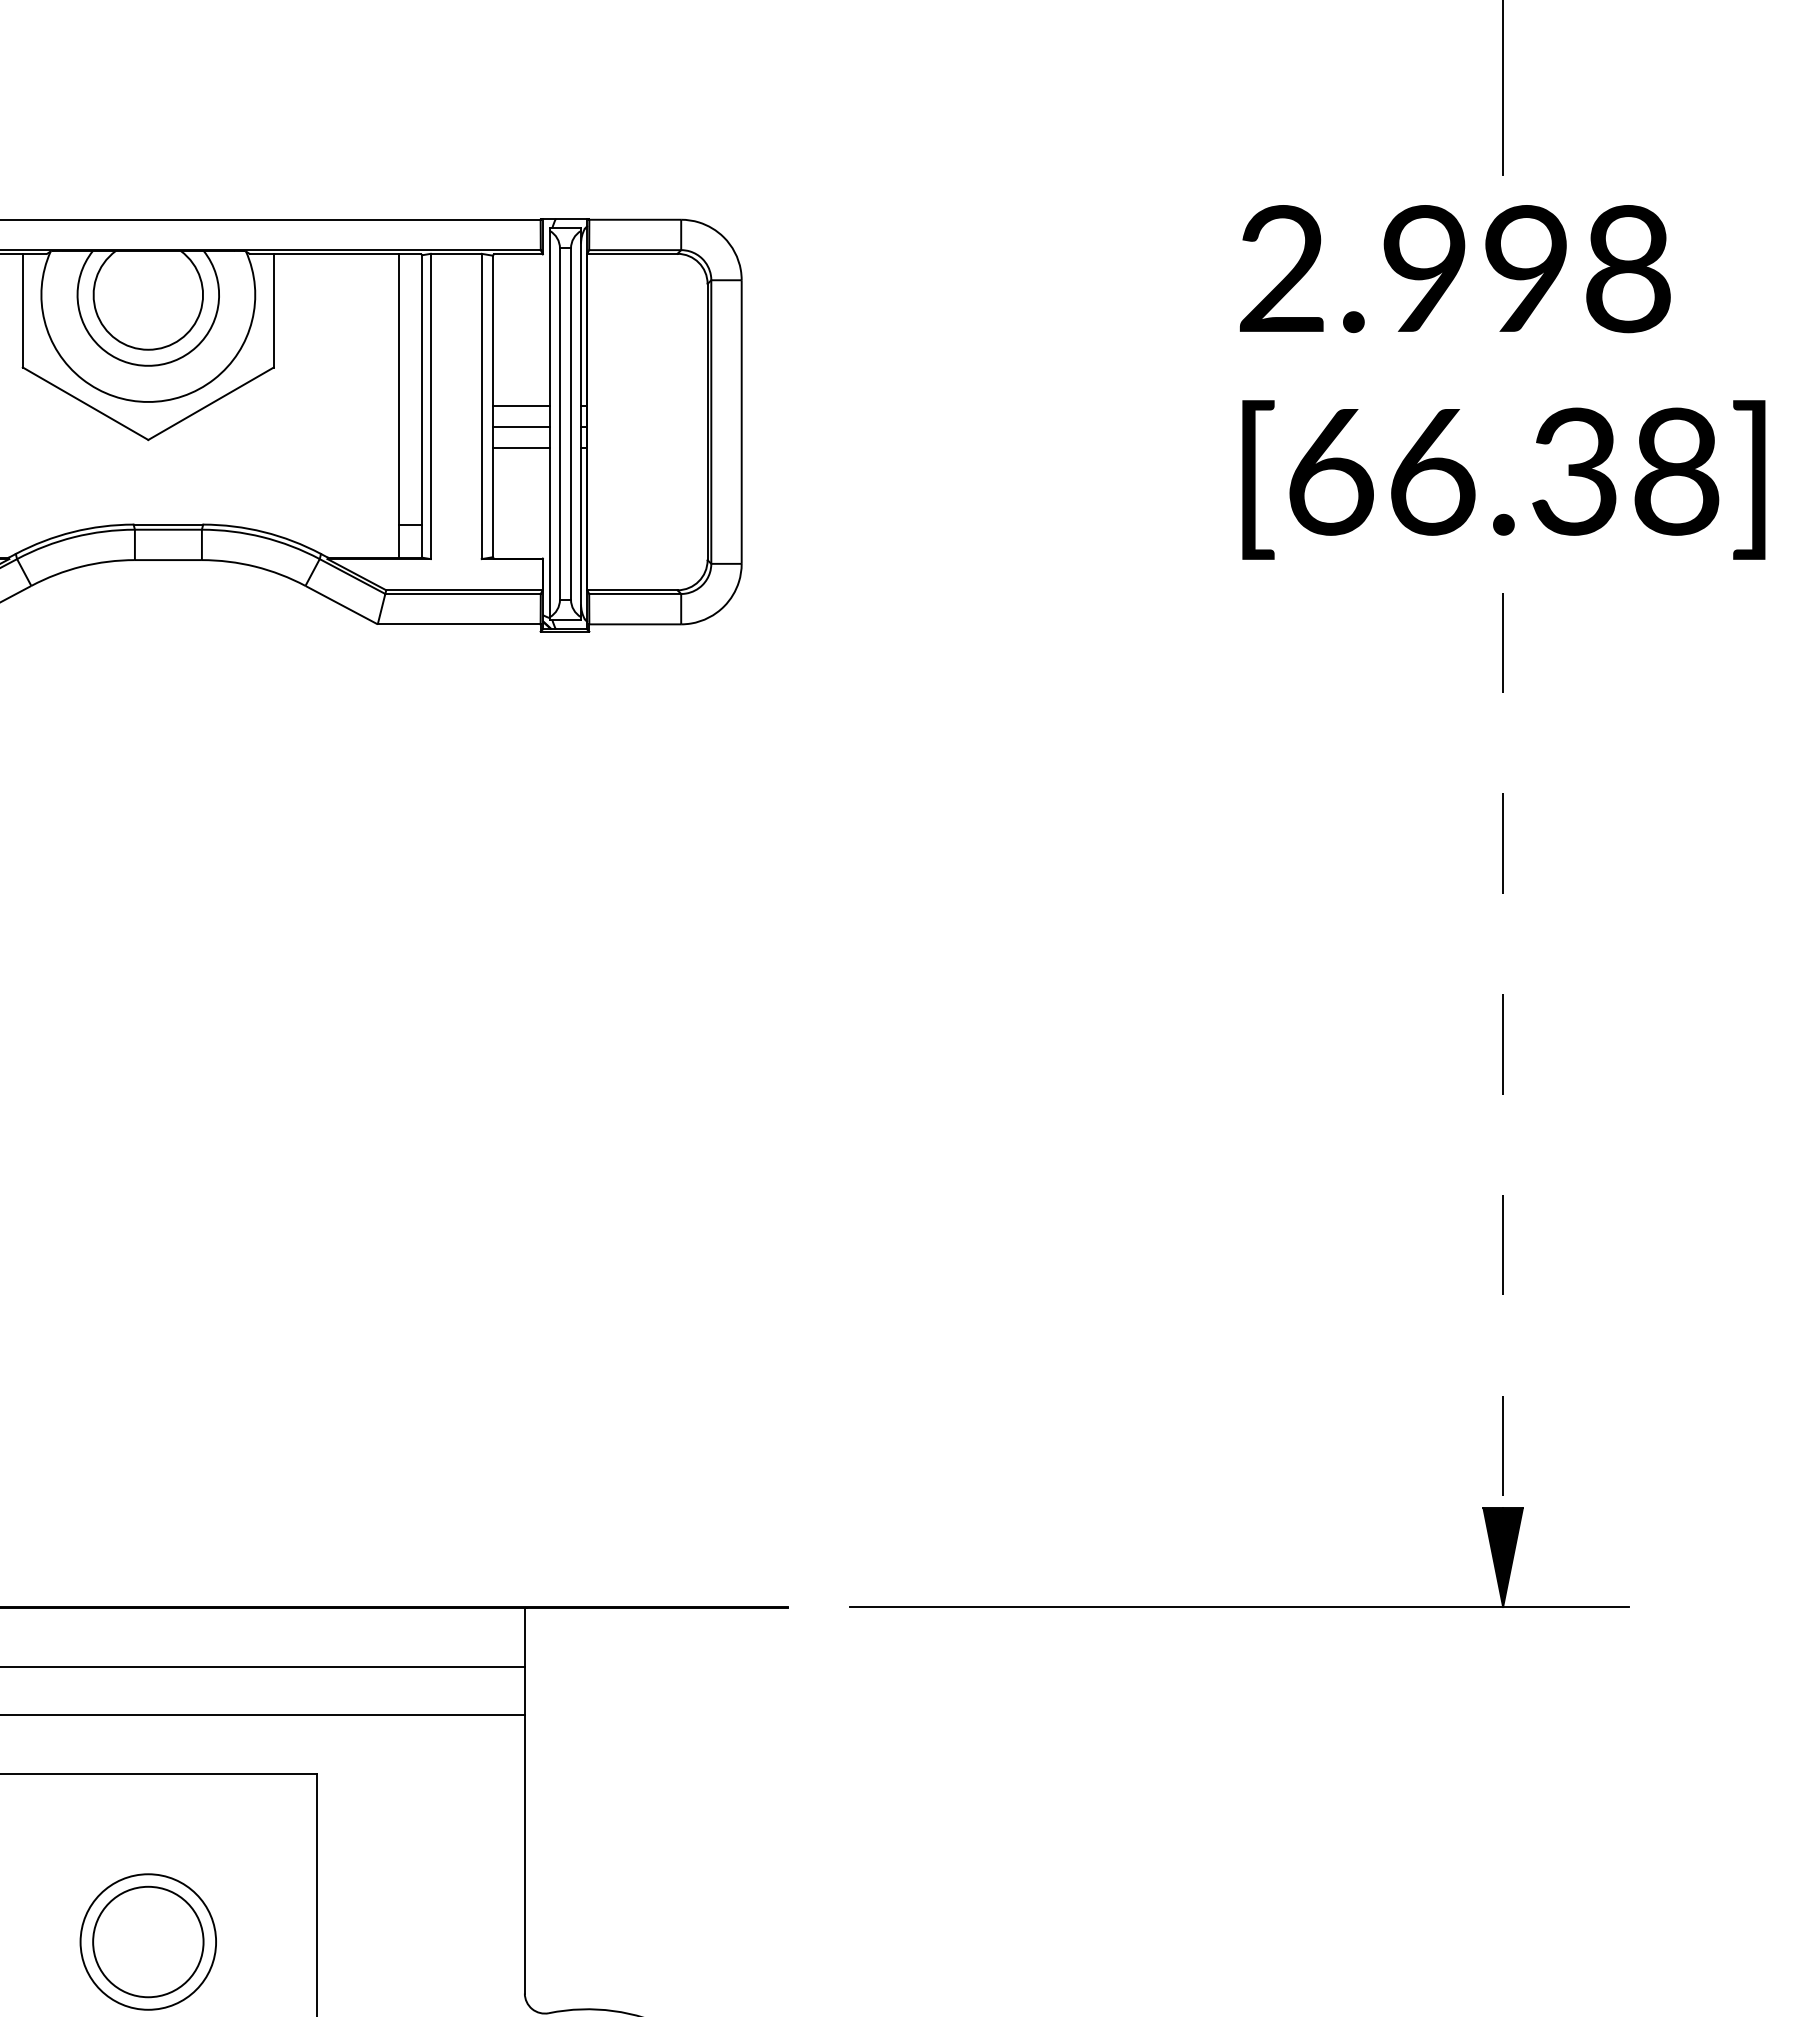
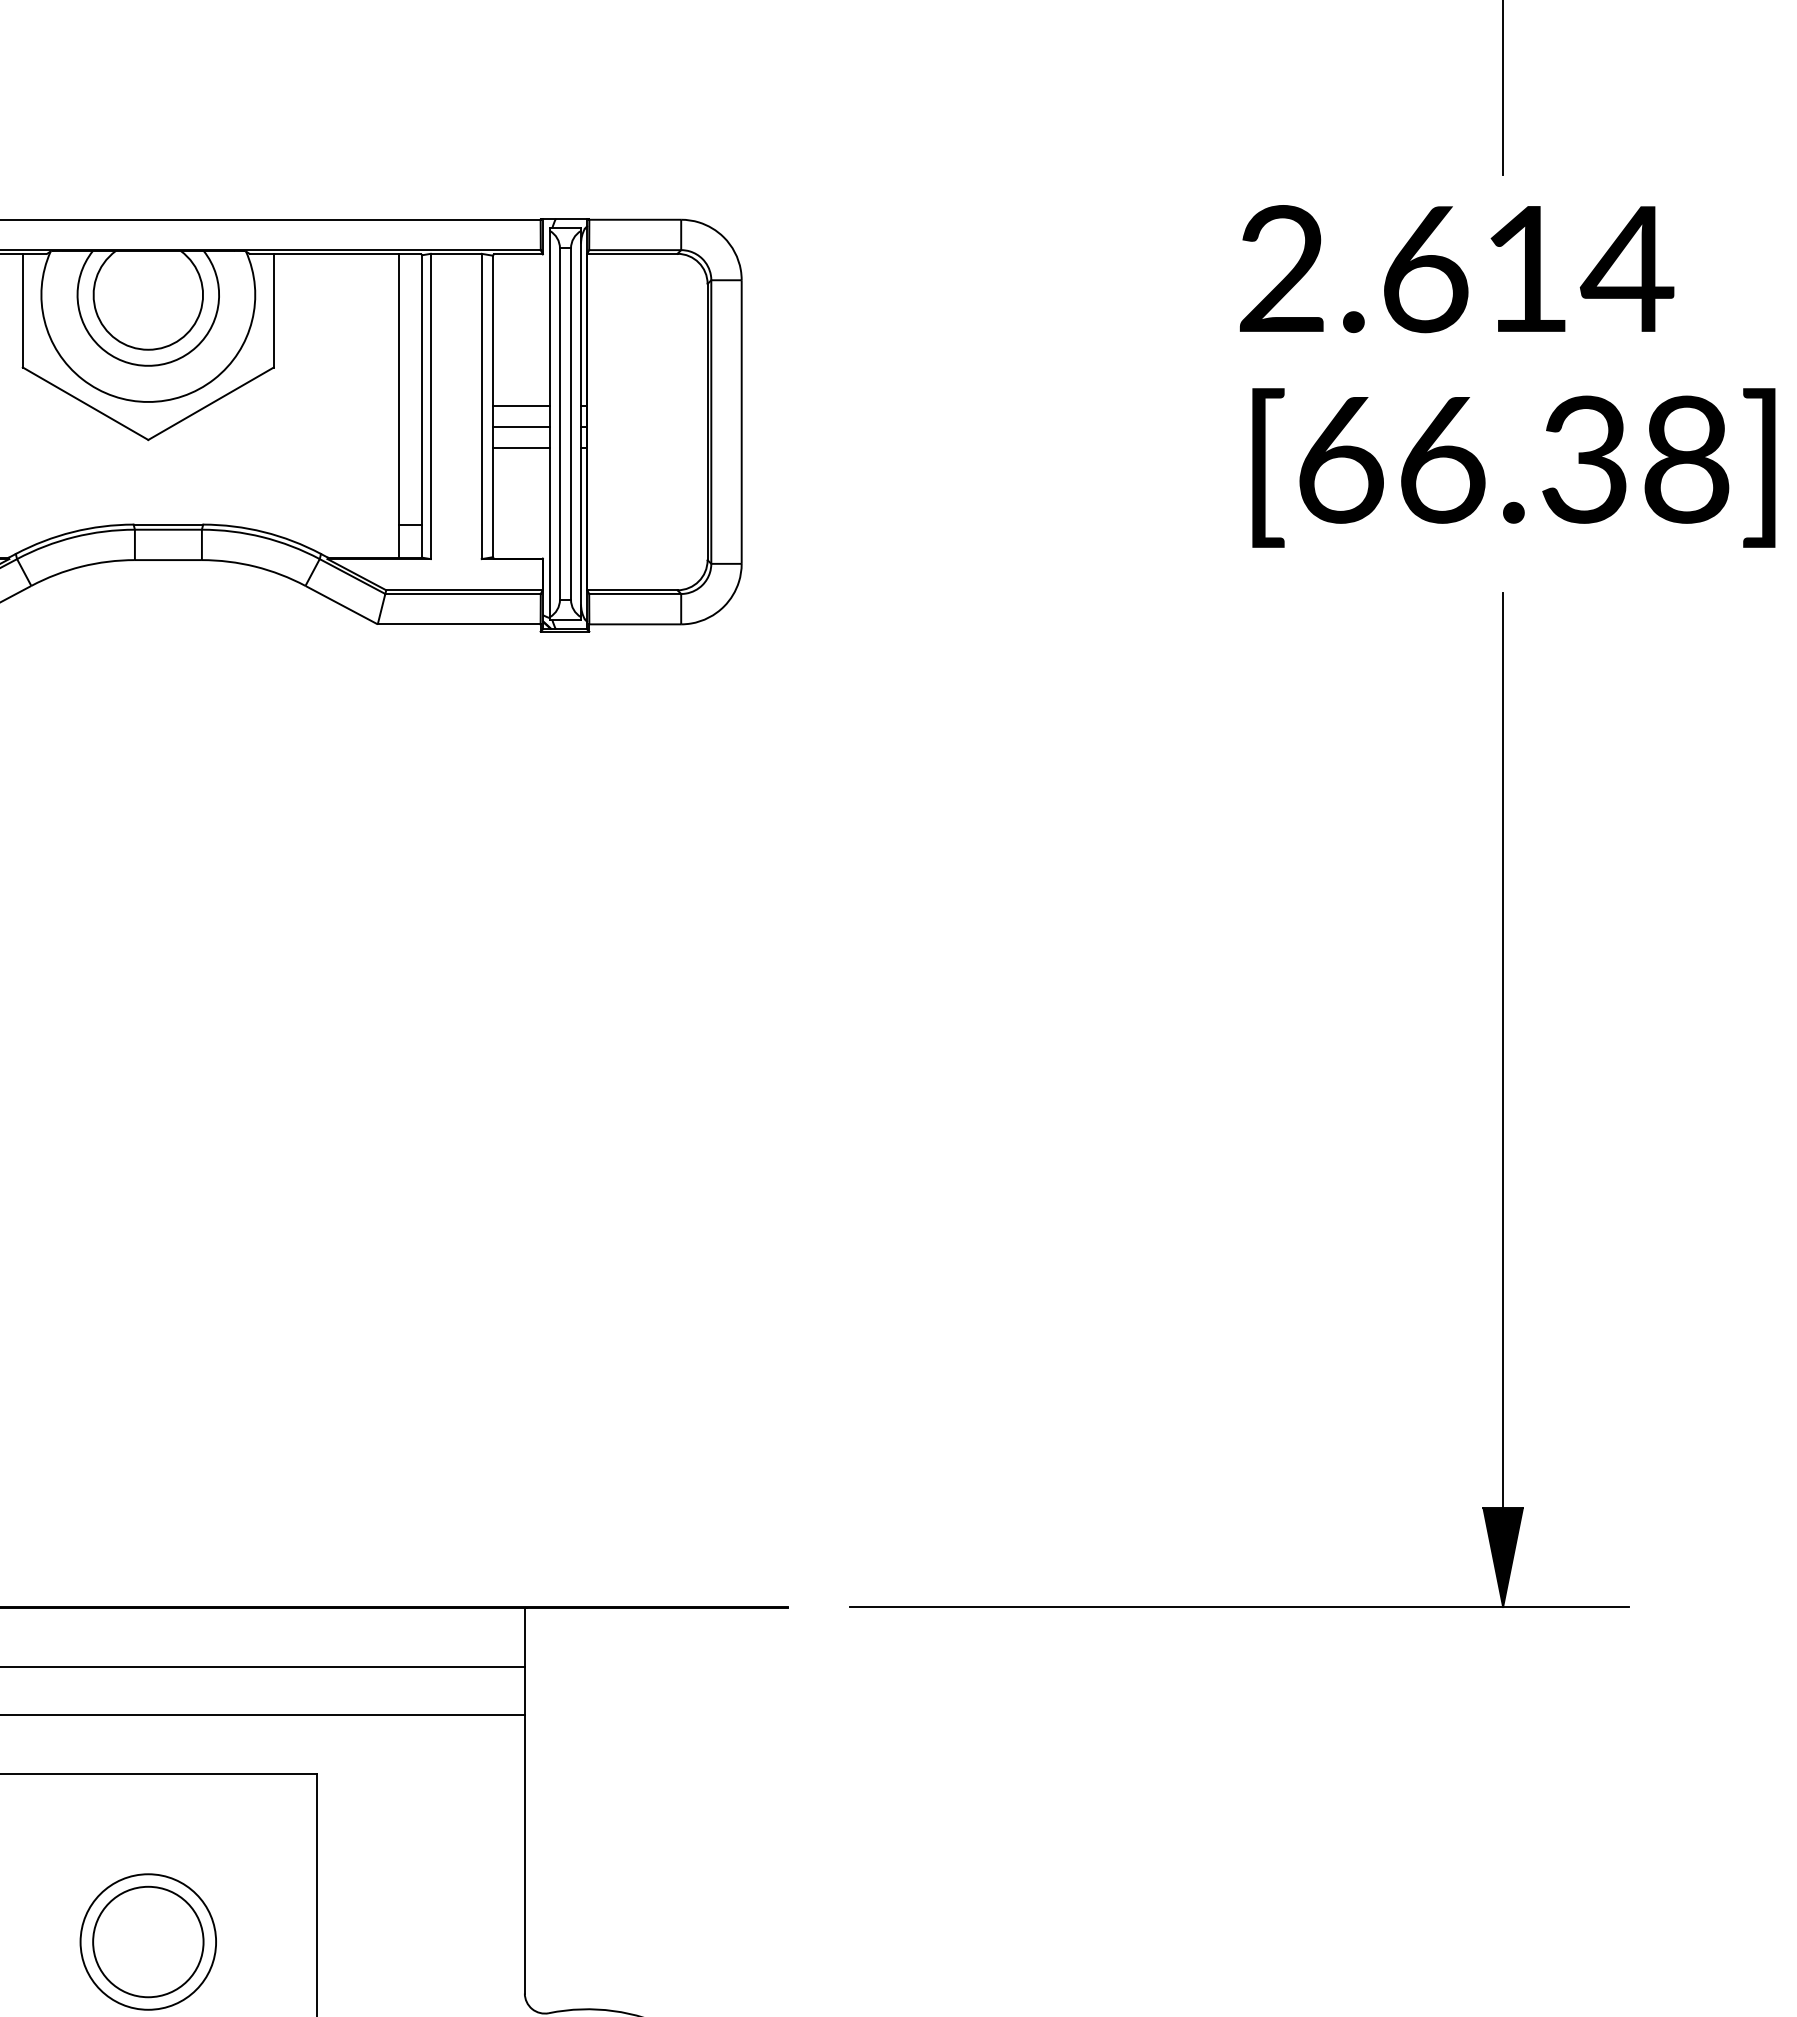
text at (1528, 269): 2.998 -> 2.614
text at (1503, 479) position: (1503, 479) -> (1513, 467)
line at (1503, 1050): dashed -> solid
